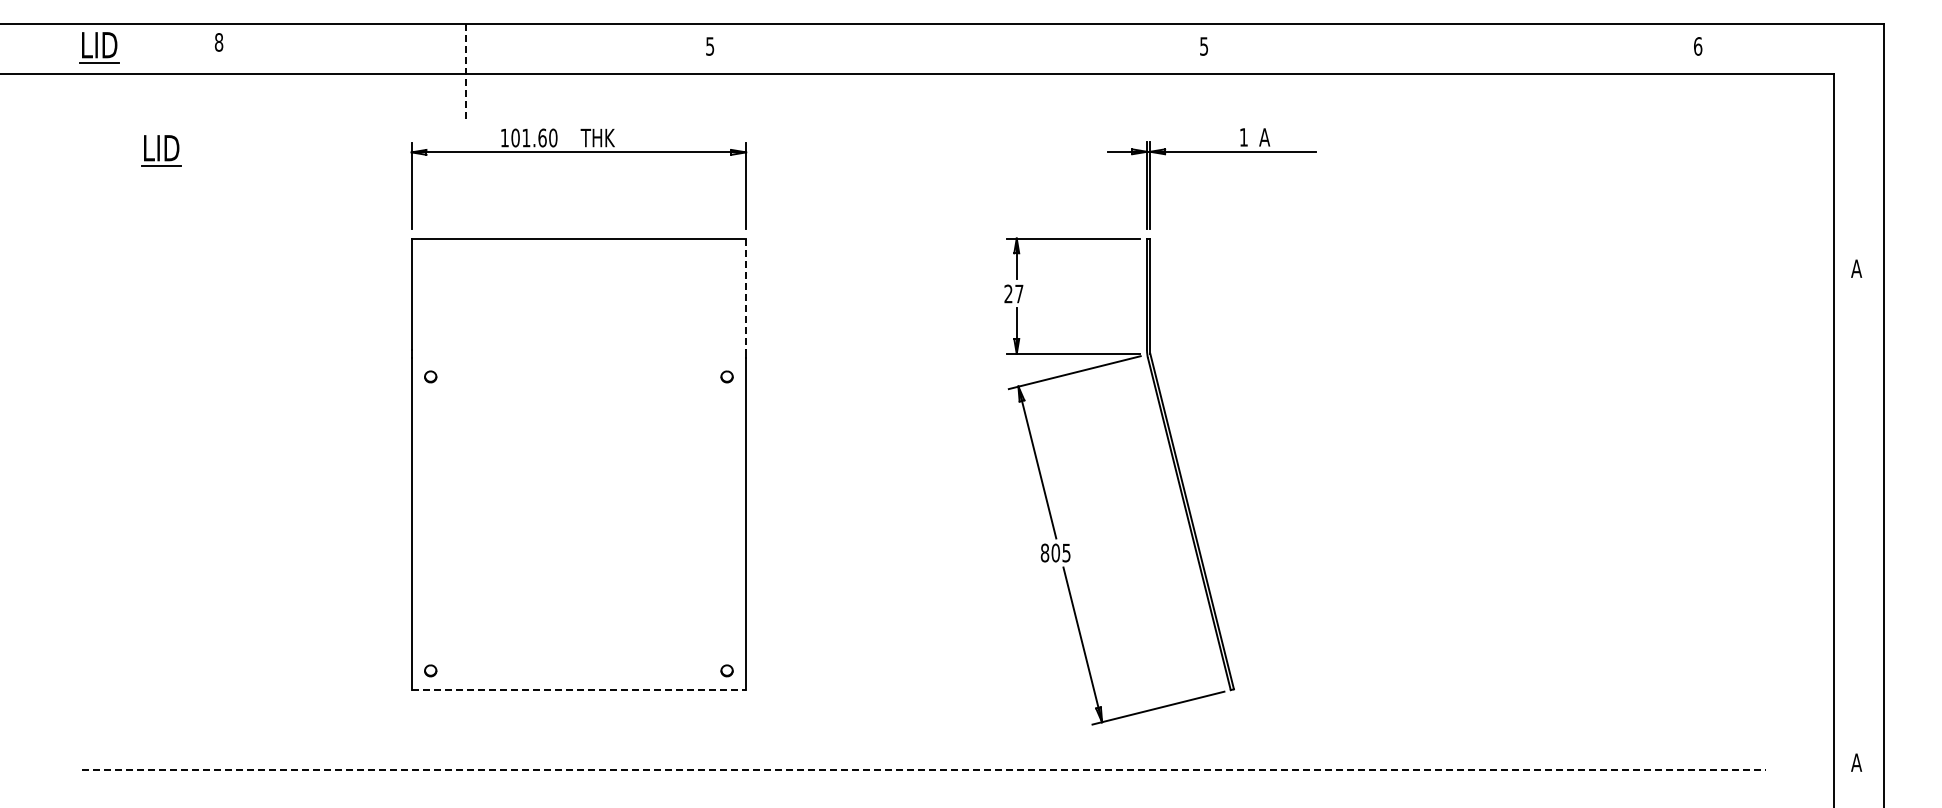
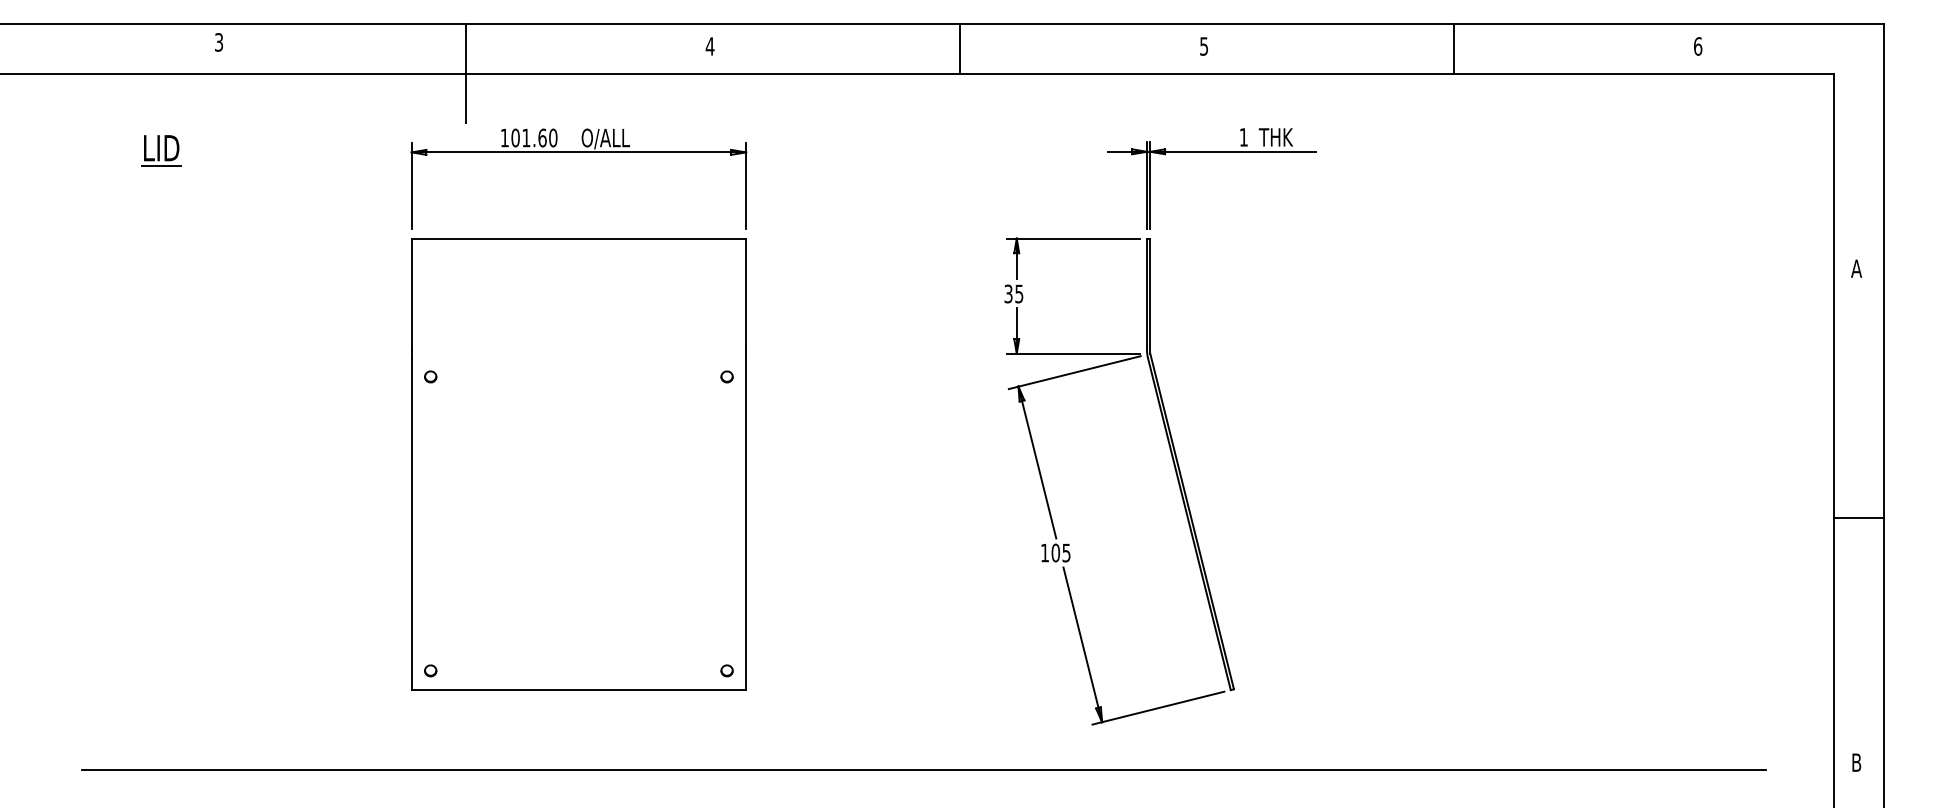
text at (218, 42): 8 -> 3
text at (709, 46): 5 -> 4
part at (99, 47): present -> none
line at (960, 48): none -> present
line at (1454, 48): none -> present
line at (466, 74): dashed -> solid
text at (1275, 137): A -> THK
text at (605, 138): THK -> O/ALL
line at (746, 294): dashed -> solid
text at (1013, 294): 27 -> 35
line at (1858, 518): none -> present
text at (1044, 552): 805 -> 105
line at (579, 690): dashed -> solid
text at (1856, 762): A -> B
line at (923, 769): dashed -> solid
